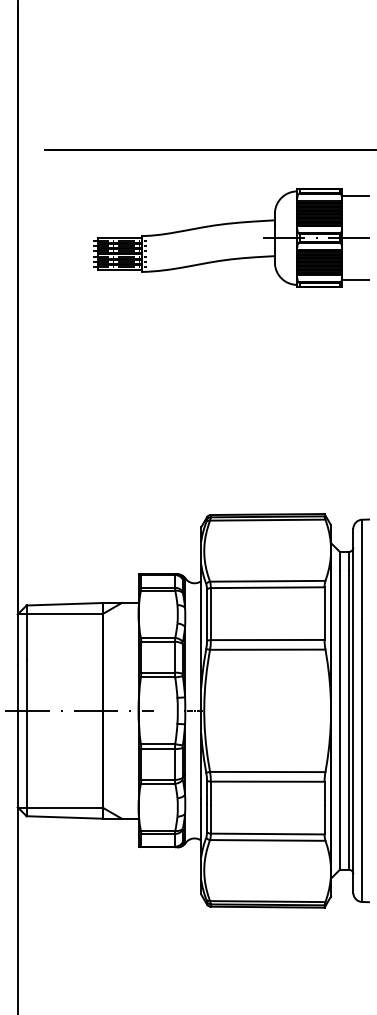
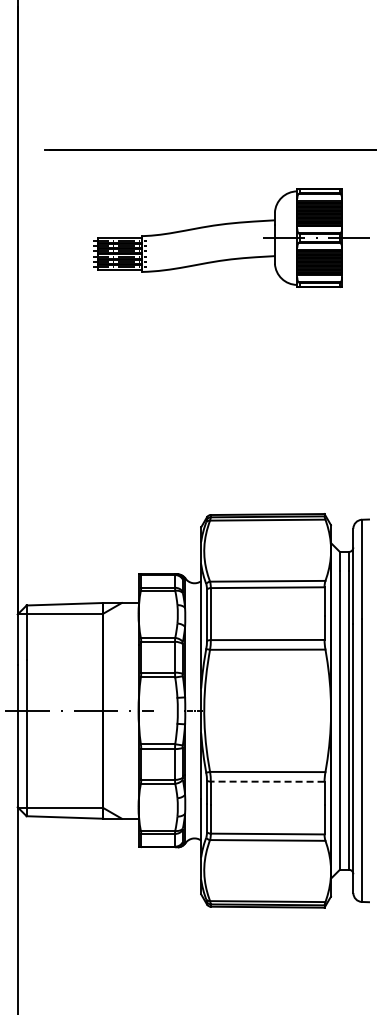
line at (355, 196): present -> none
line at (355, 280): present -> none
line at (267, 781): solid -> dashed
